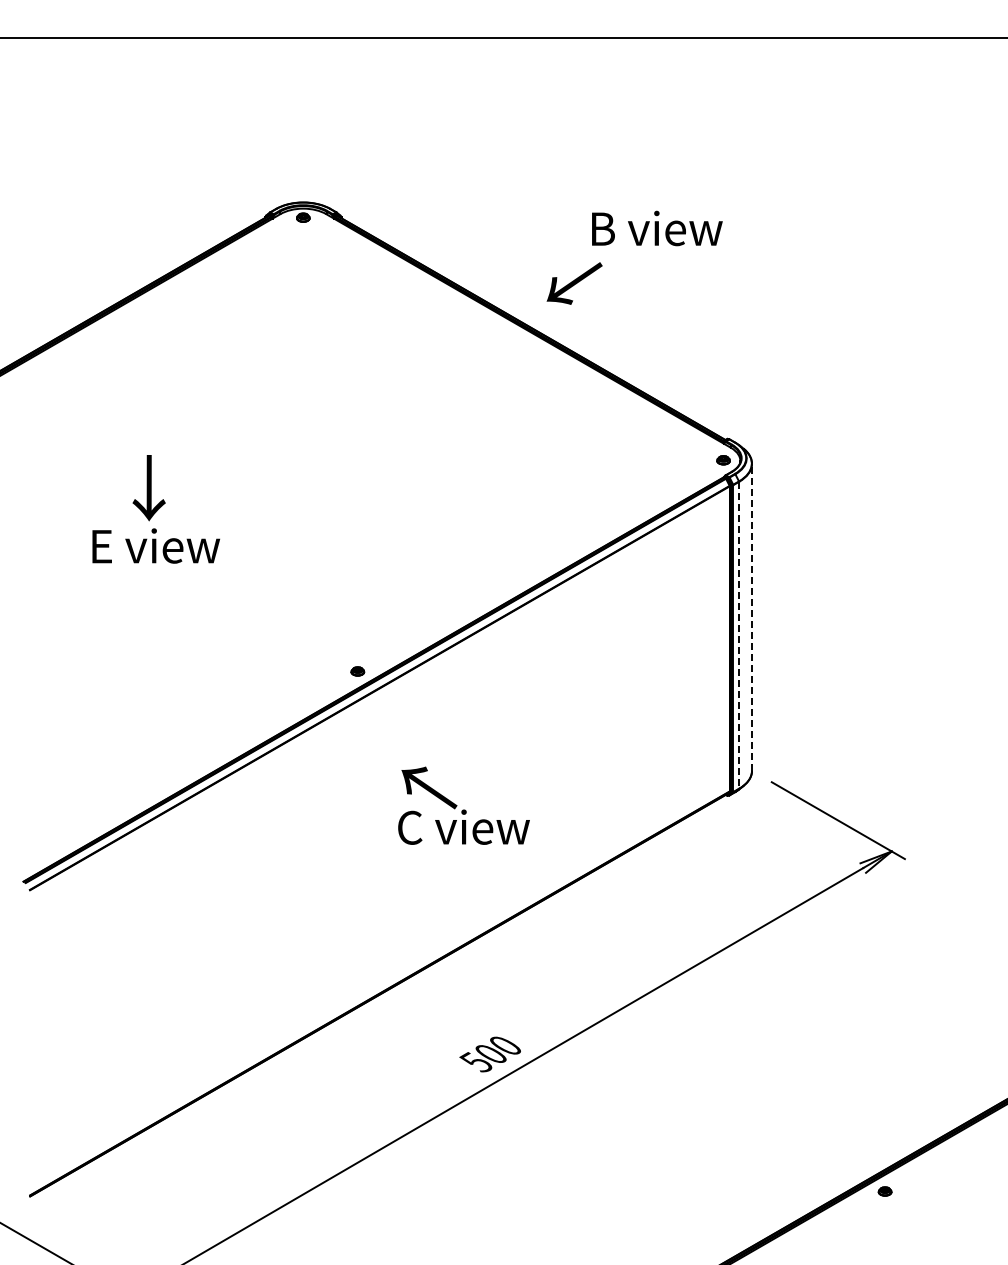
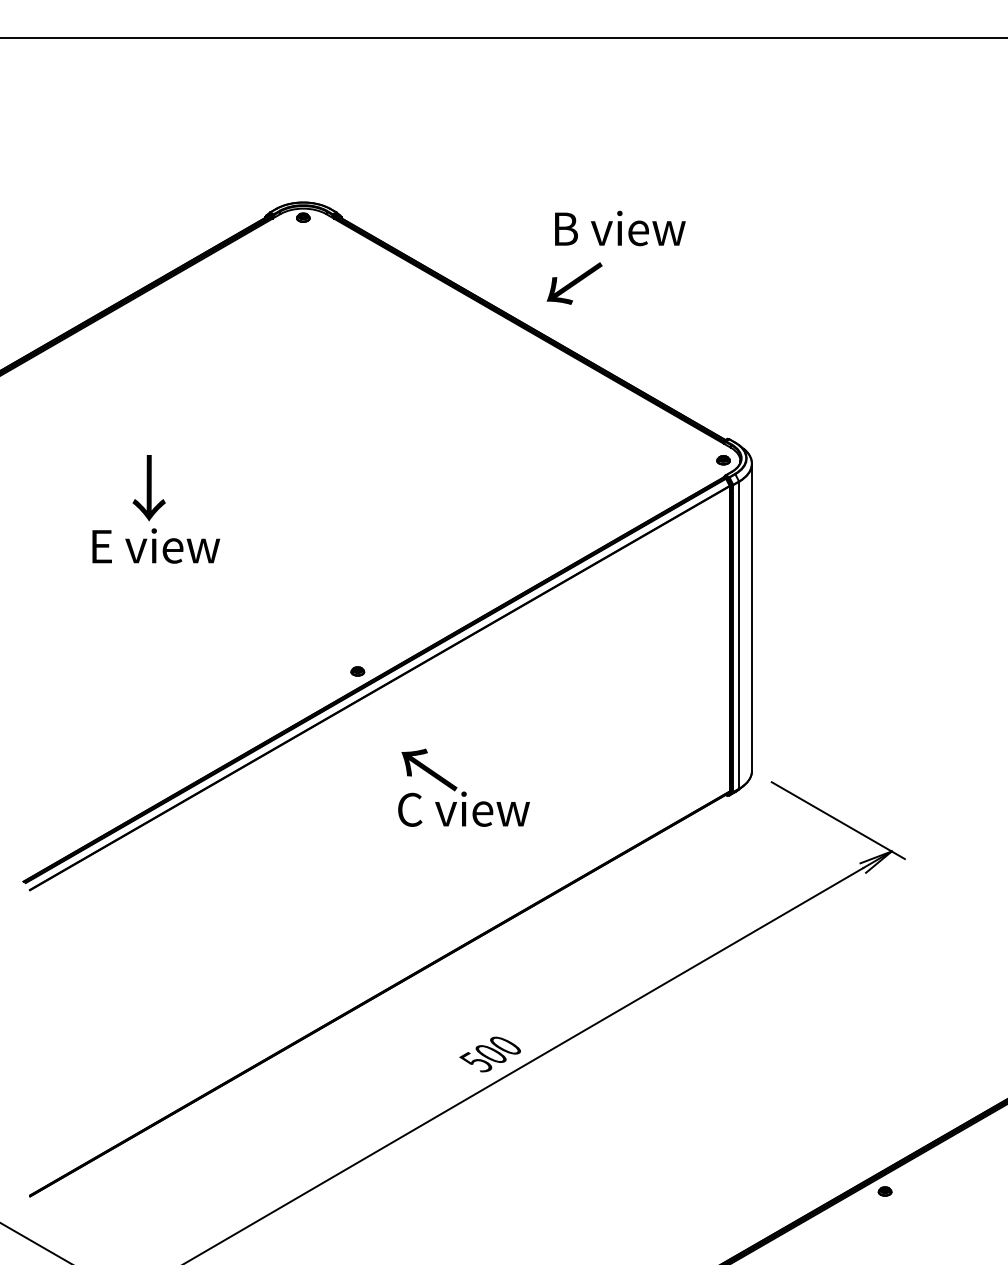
text at (657, 228) position: (657, 228) -> (620, 228)
line at (752, 616): dashed -> solid
line at (739, 635): dashed -> solid
text at (463, 805) position: (463, 805) -> (463, 787)
